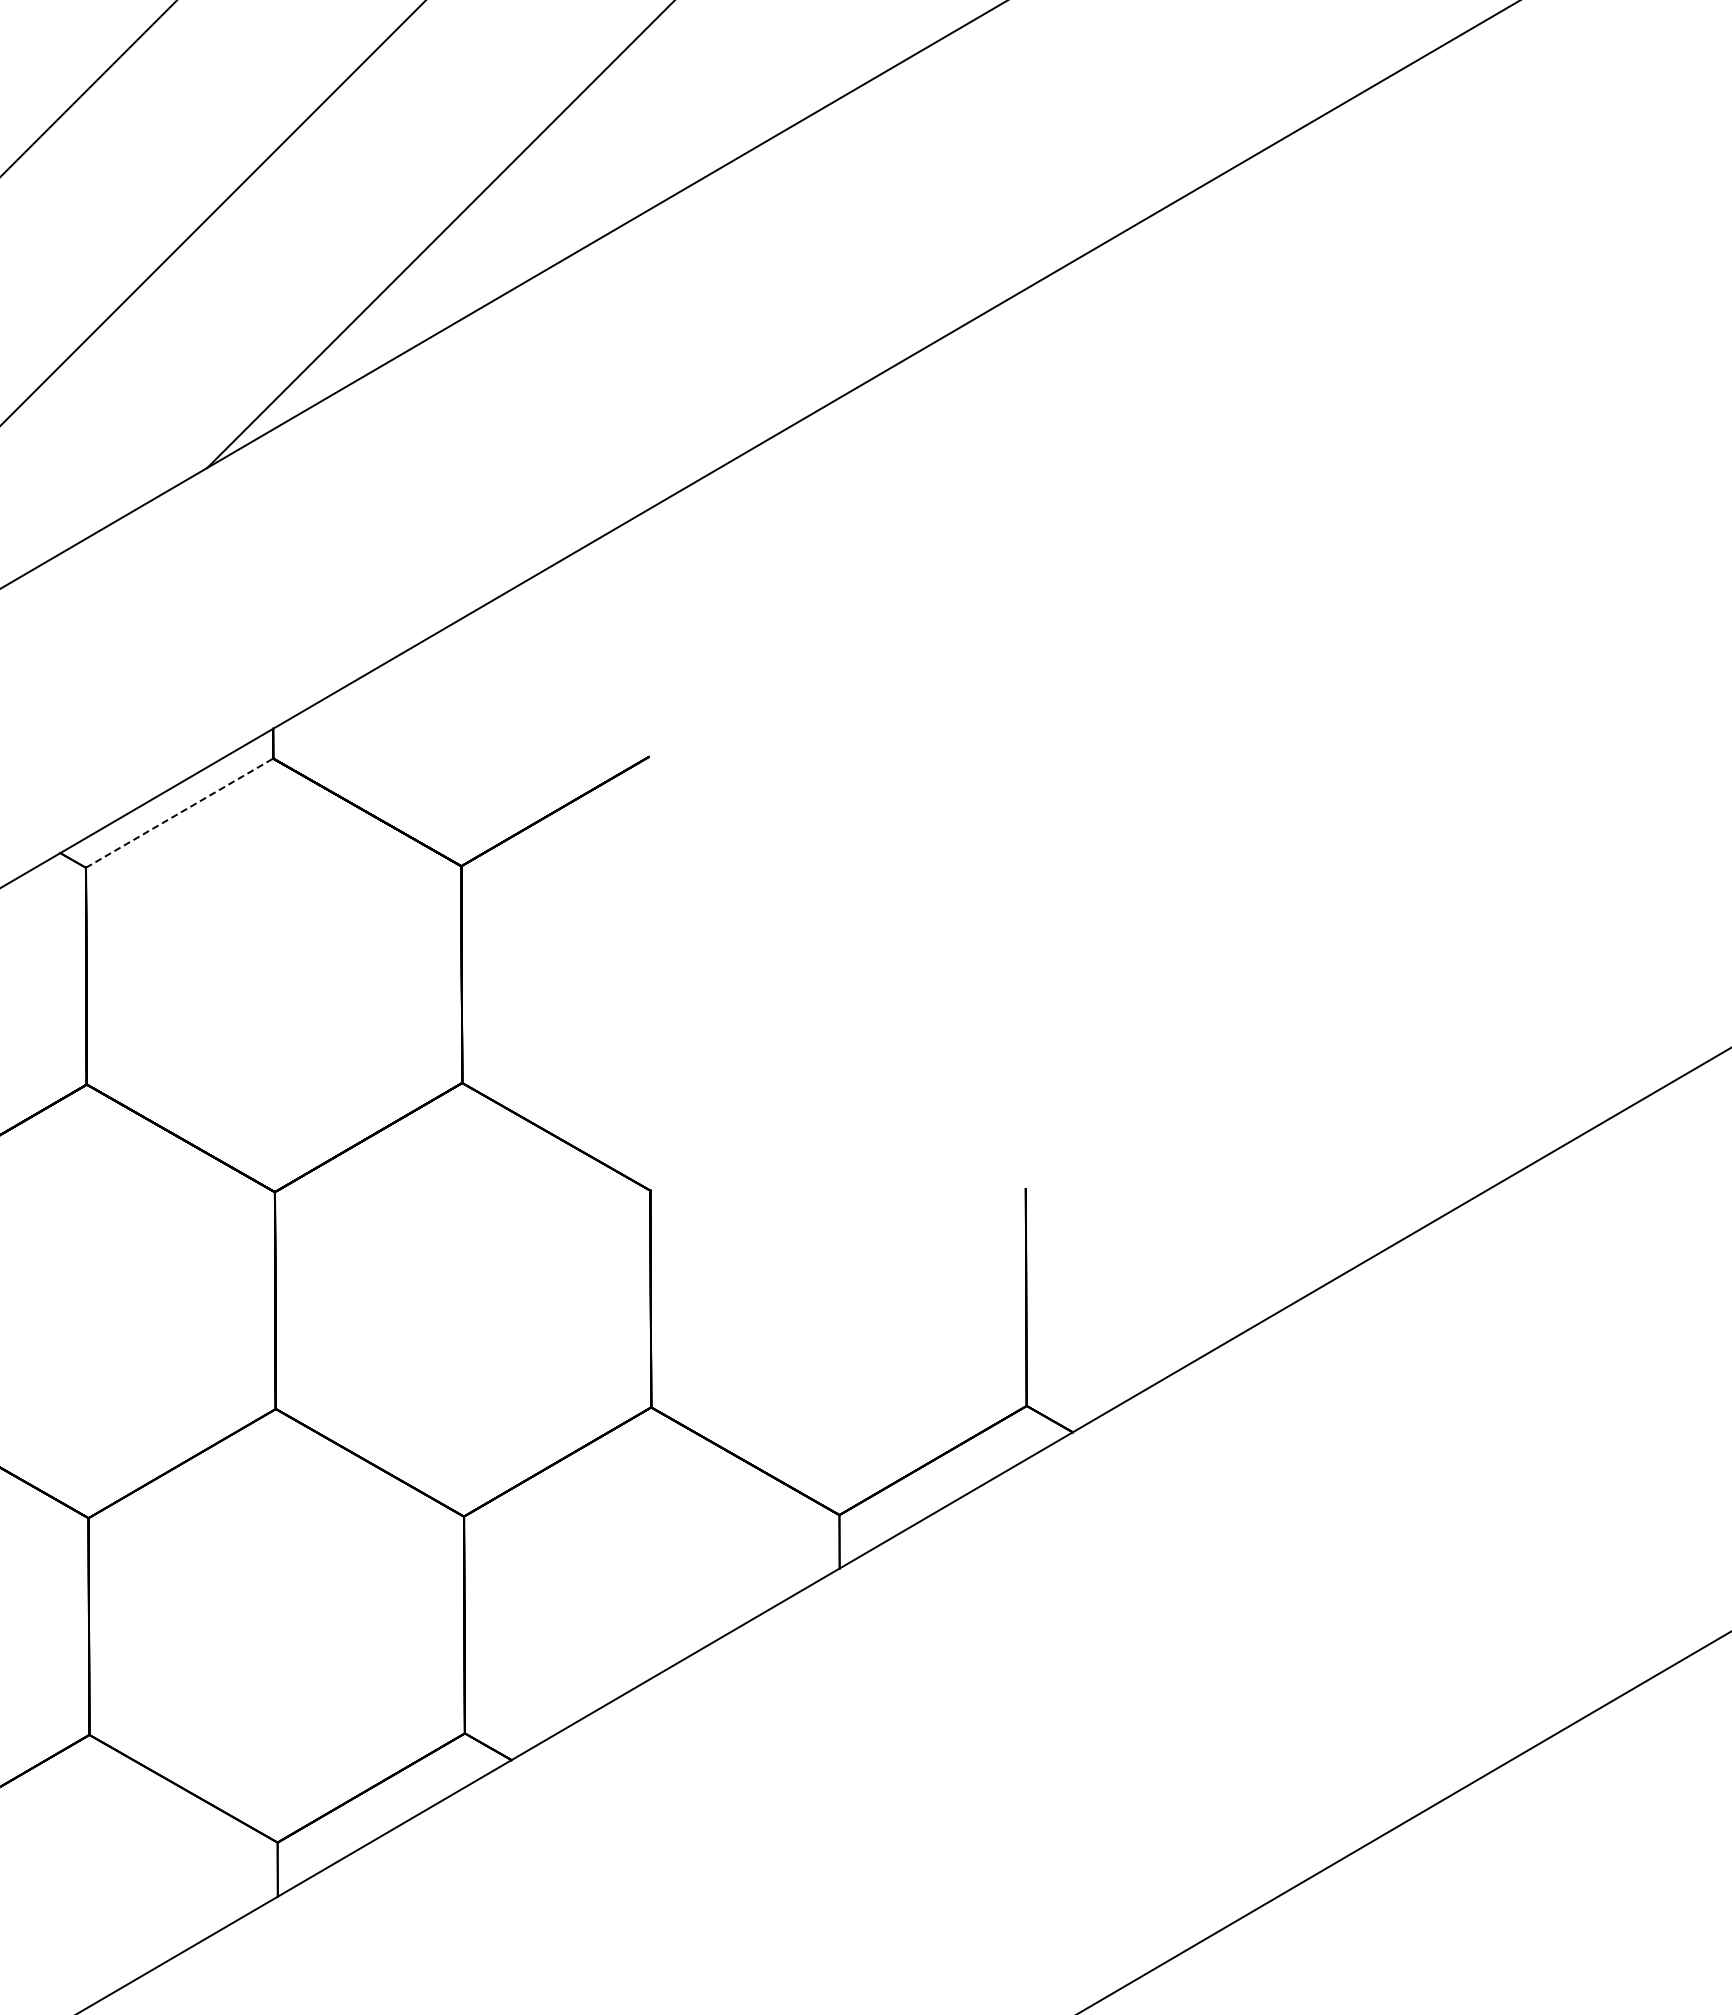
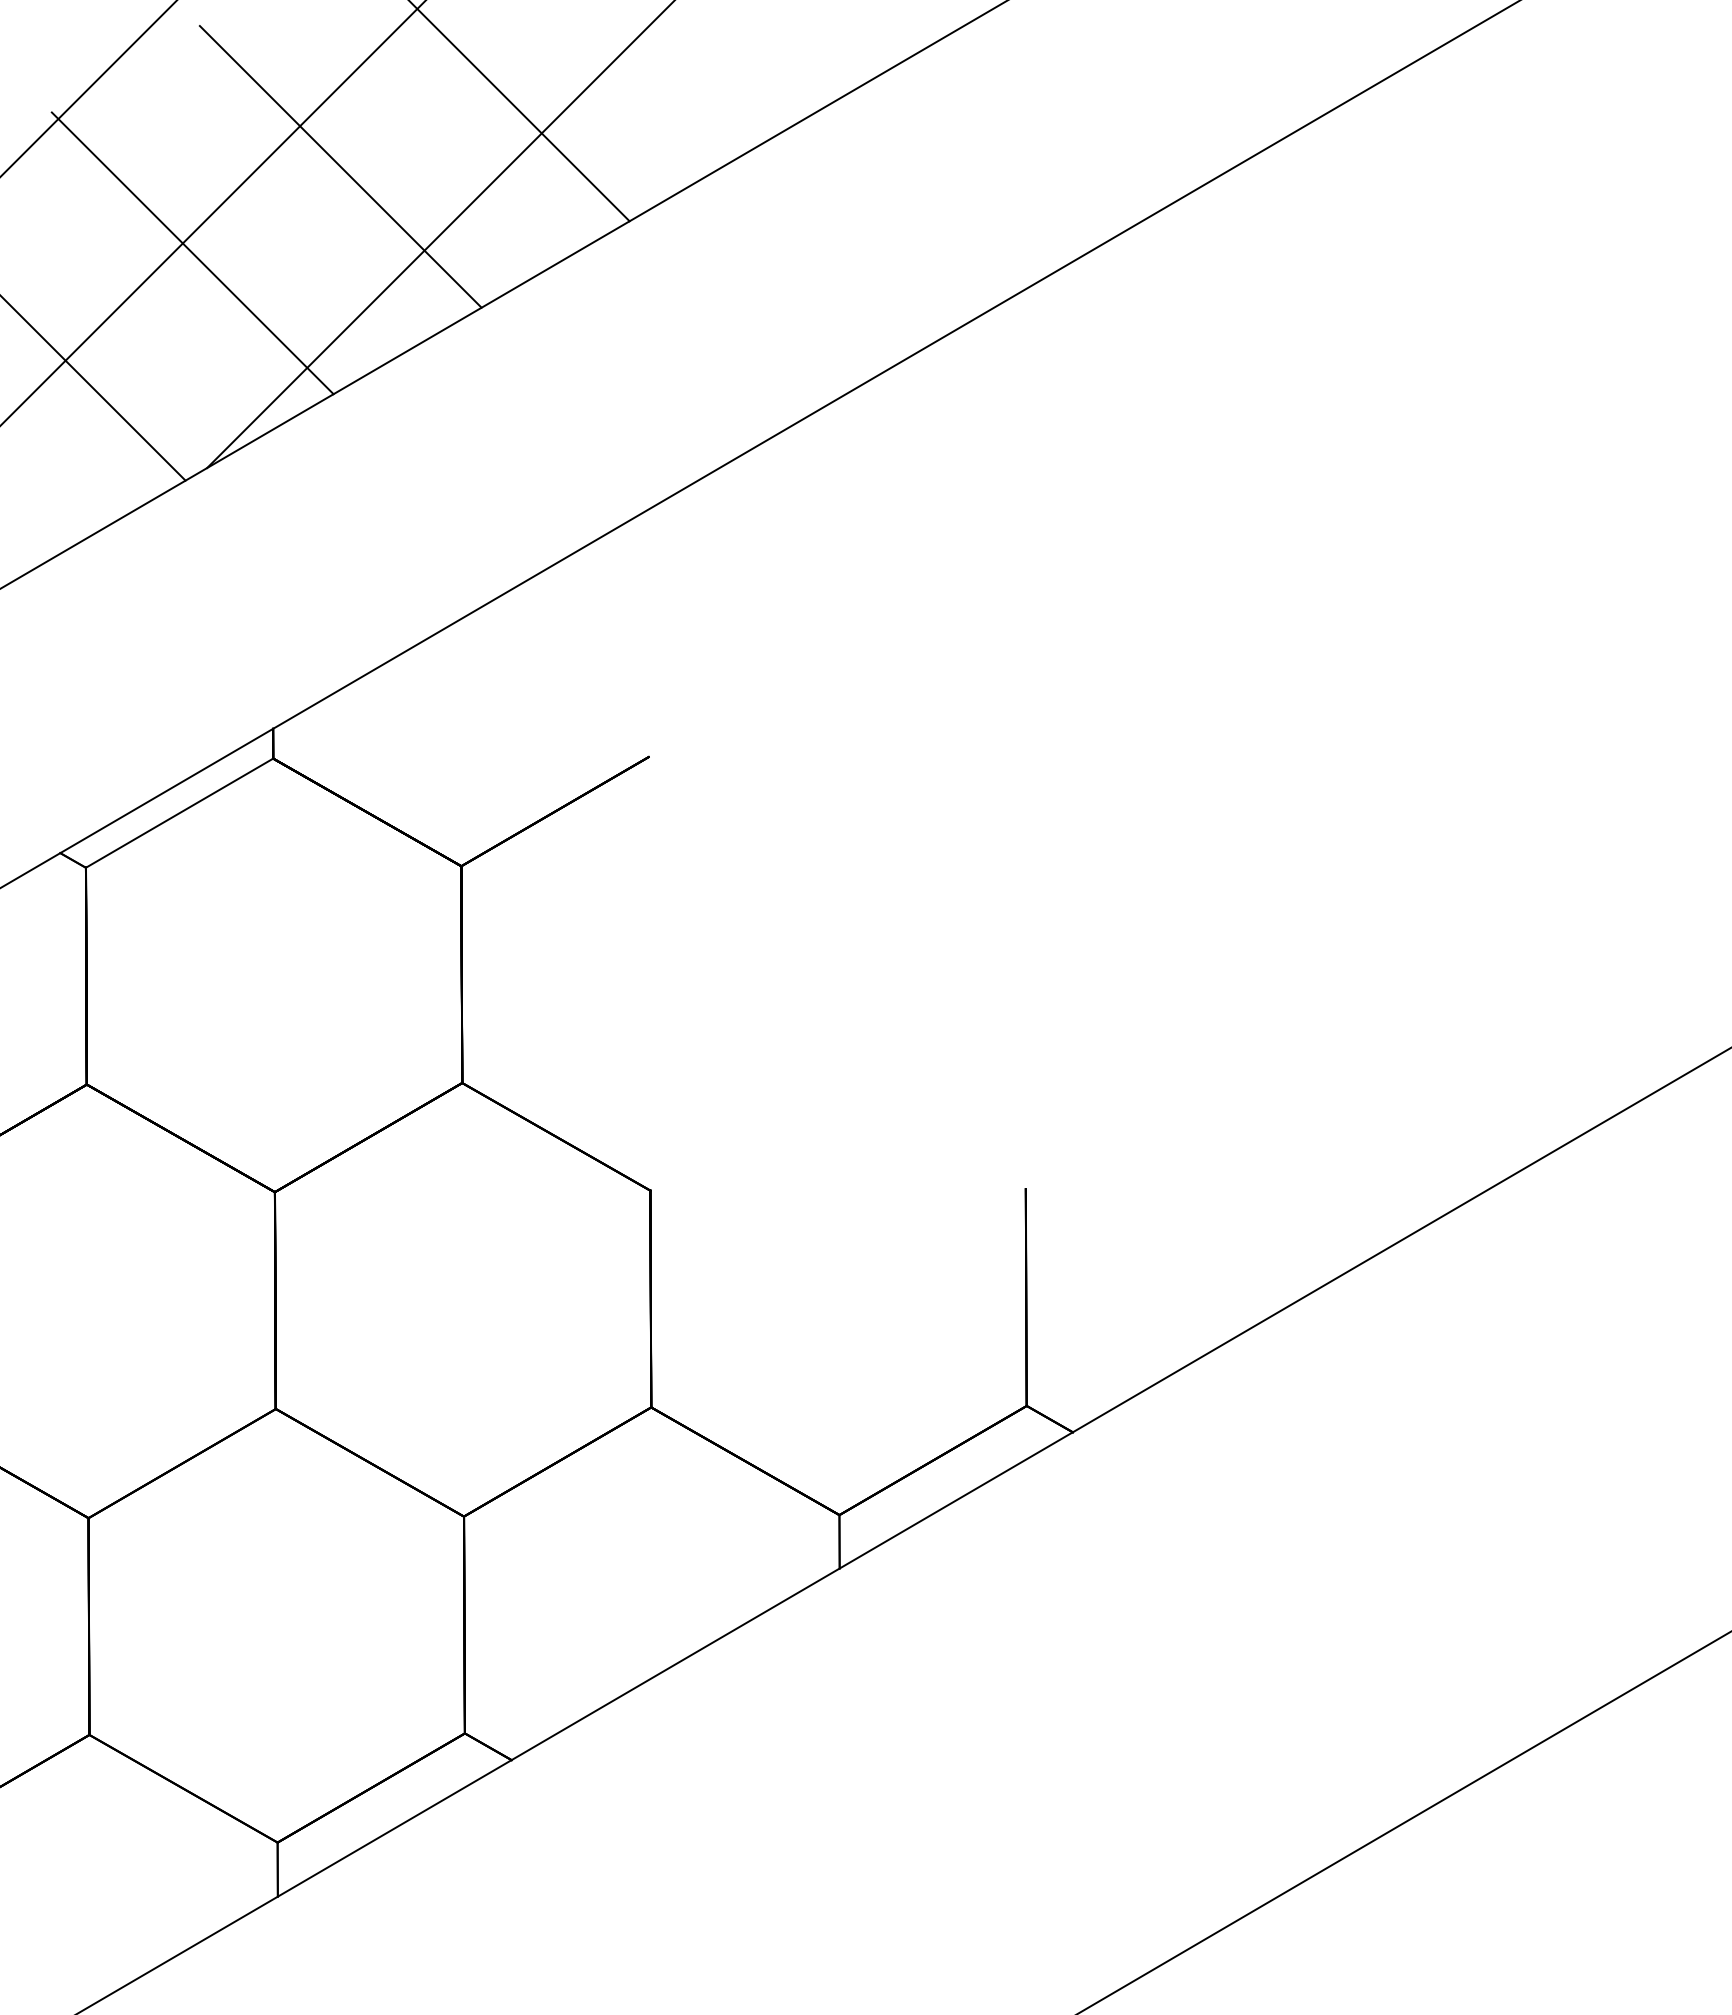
line at (519, 111): none -> present
line at (340, 166): none -> present
line at (192, 253): none -> present
line at (93, 388): none -> present
line at (180, 812): dashed -> solid
